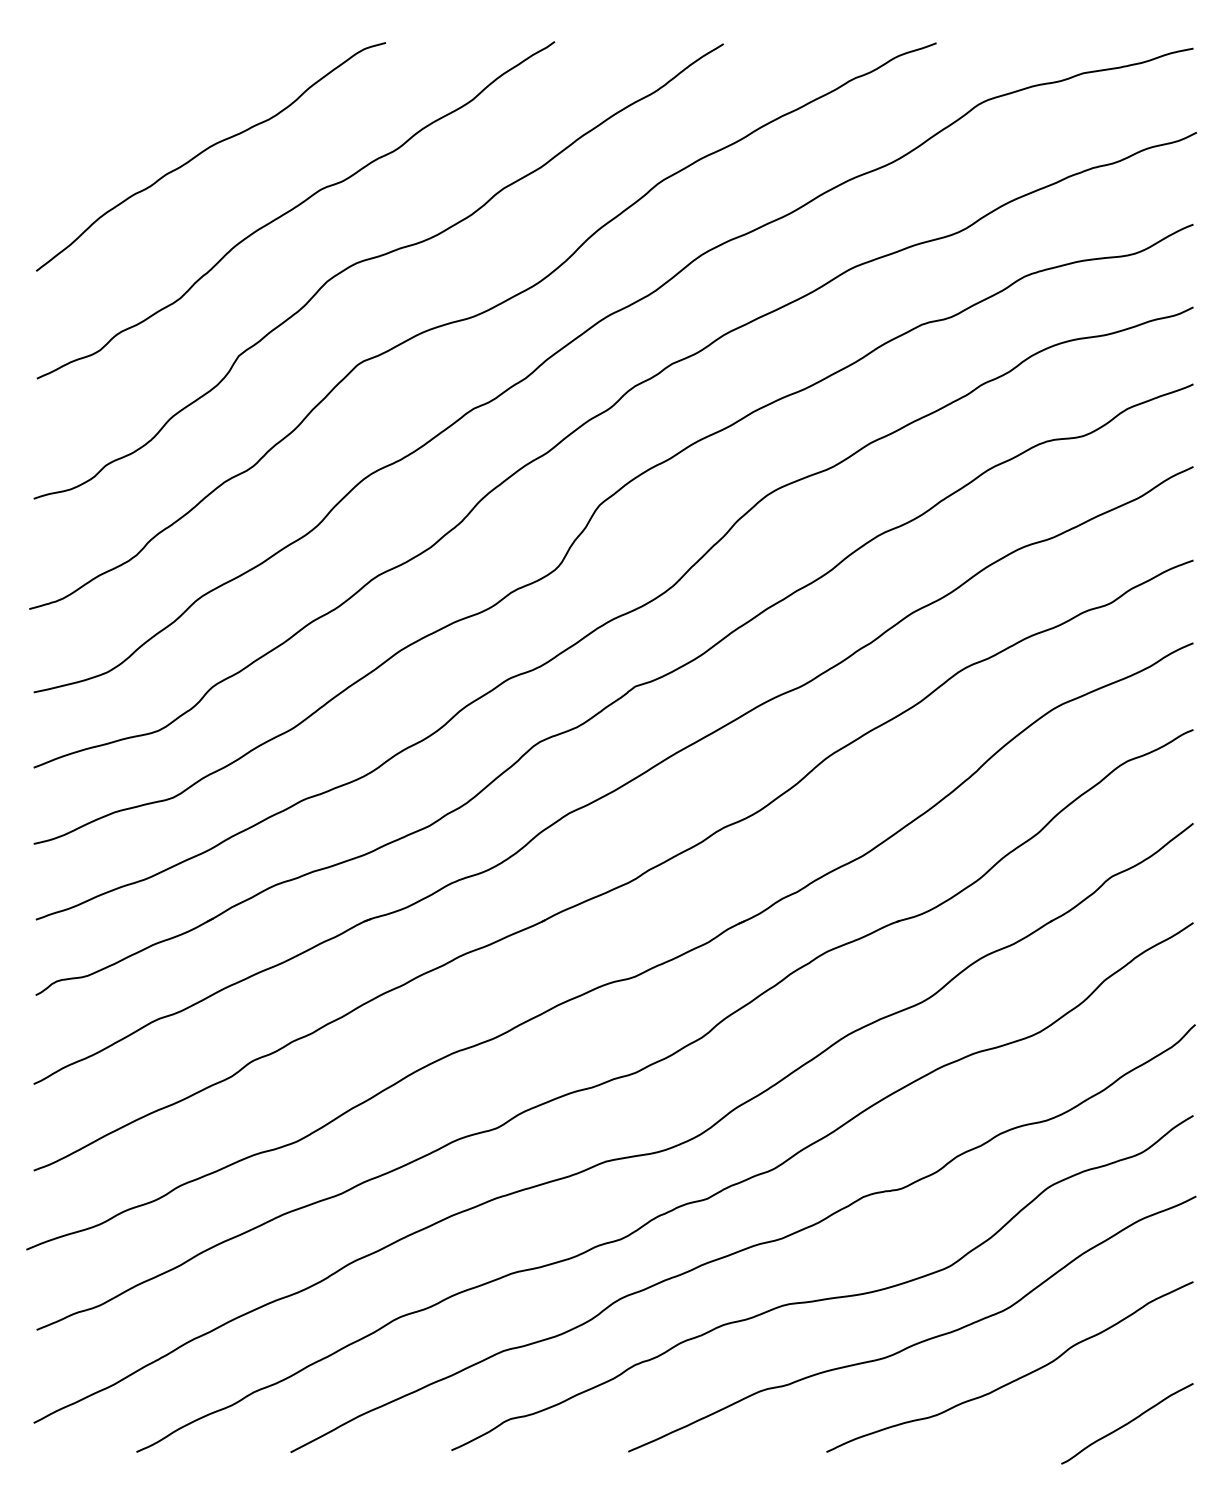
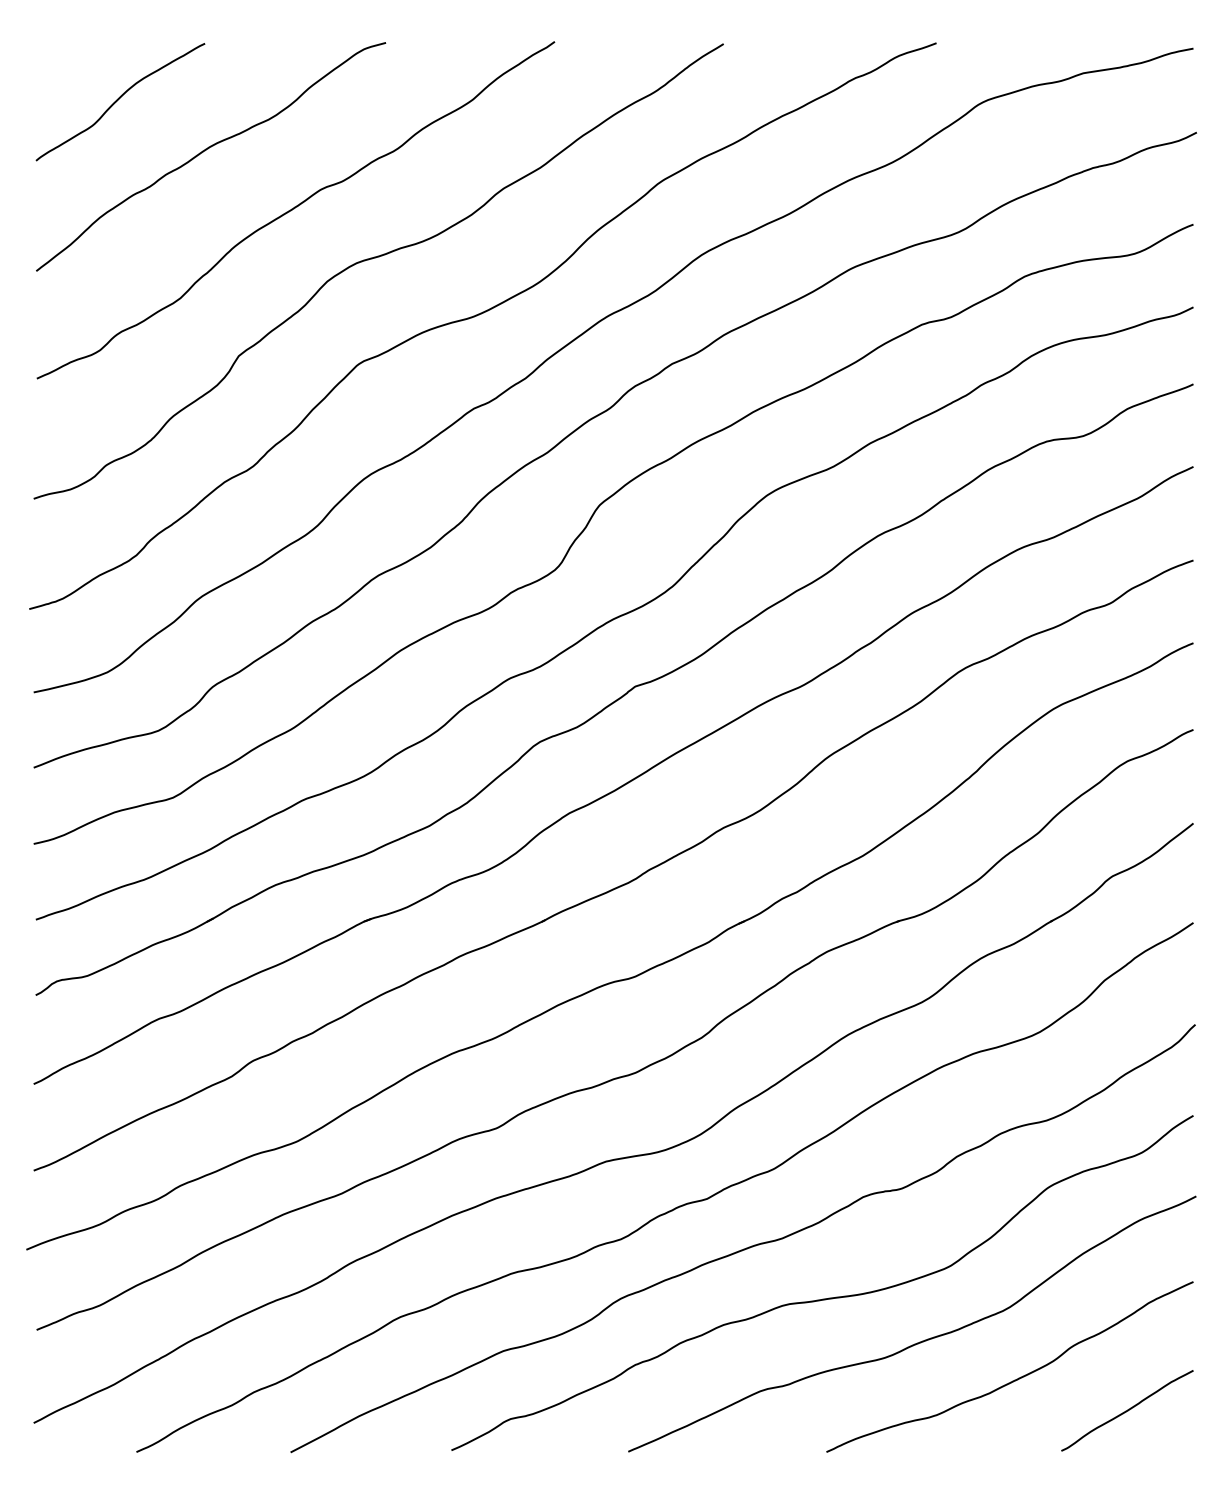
curve at (118, 100): none -> present
curve at (1127, 1423) position: (1127, 1423) -> (1127, 1410)
